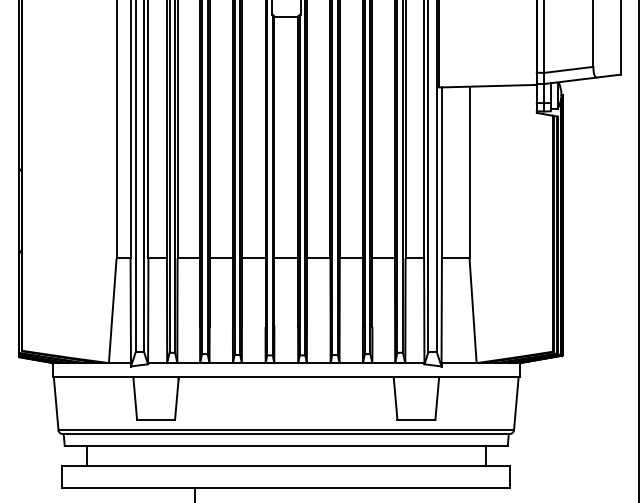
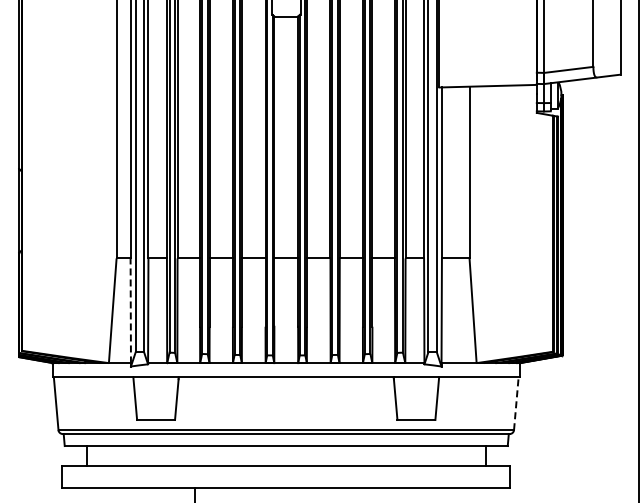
line at (130, 309): solid -> dashed
line at (516, 403): solid -> dashed
